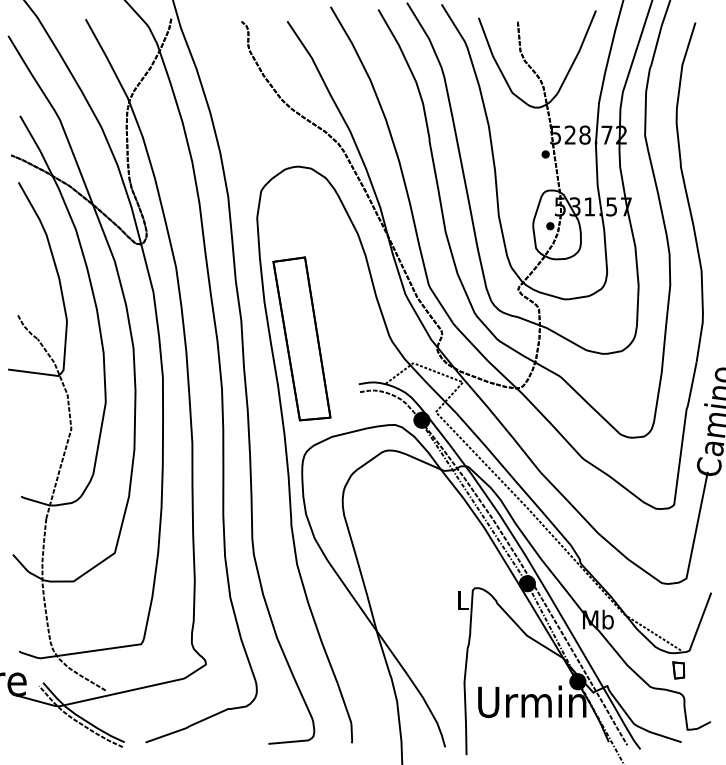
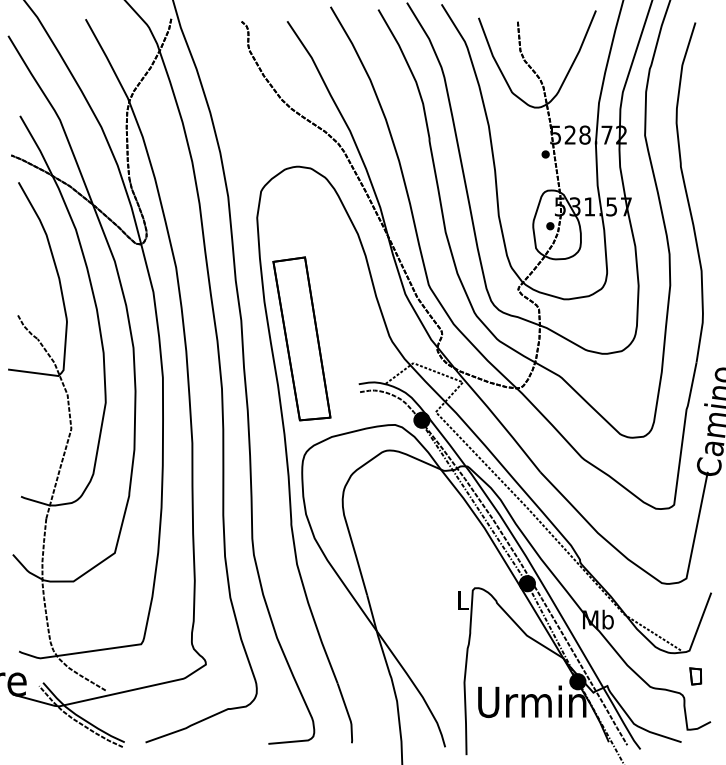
part at (678, 670) position: (678, 670) -> (695, 676)
